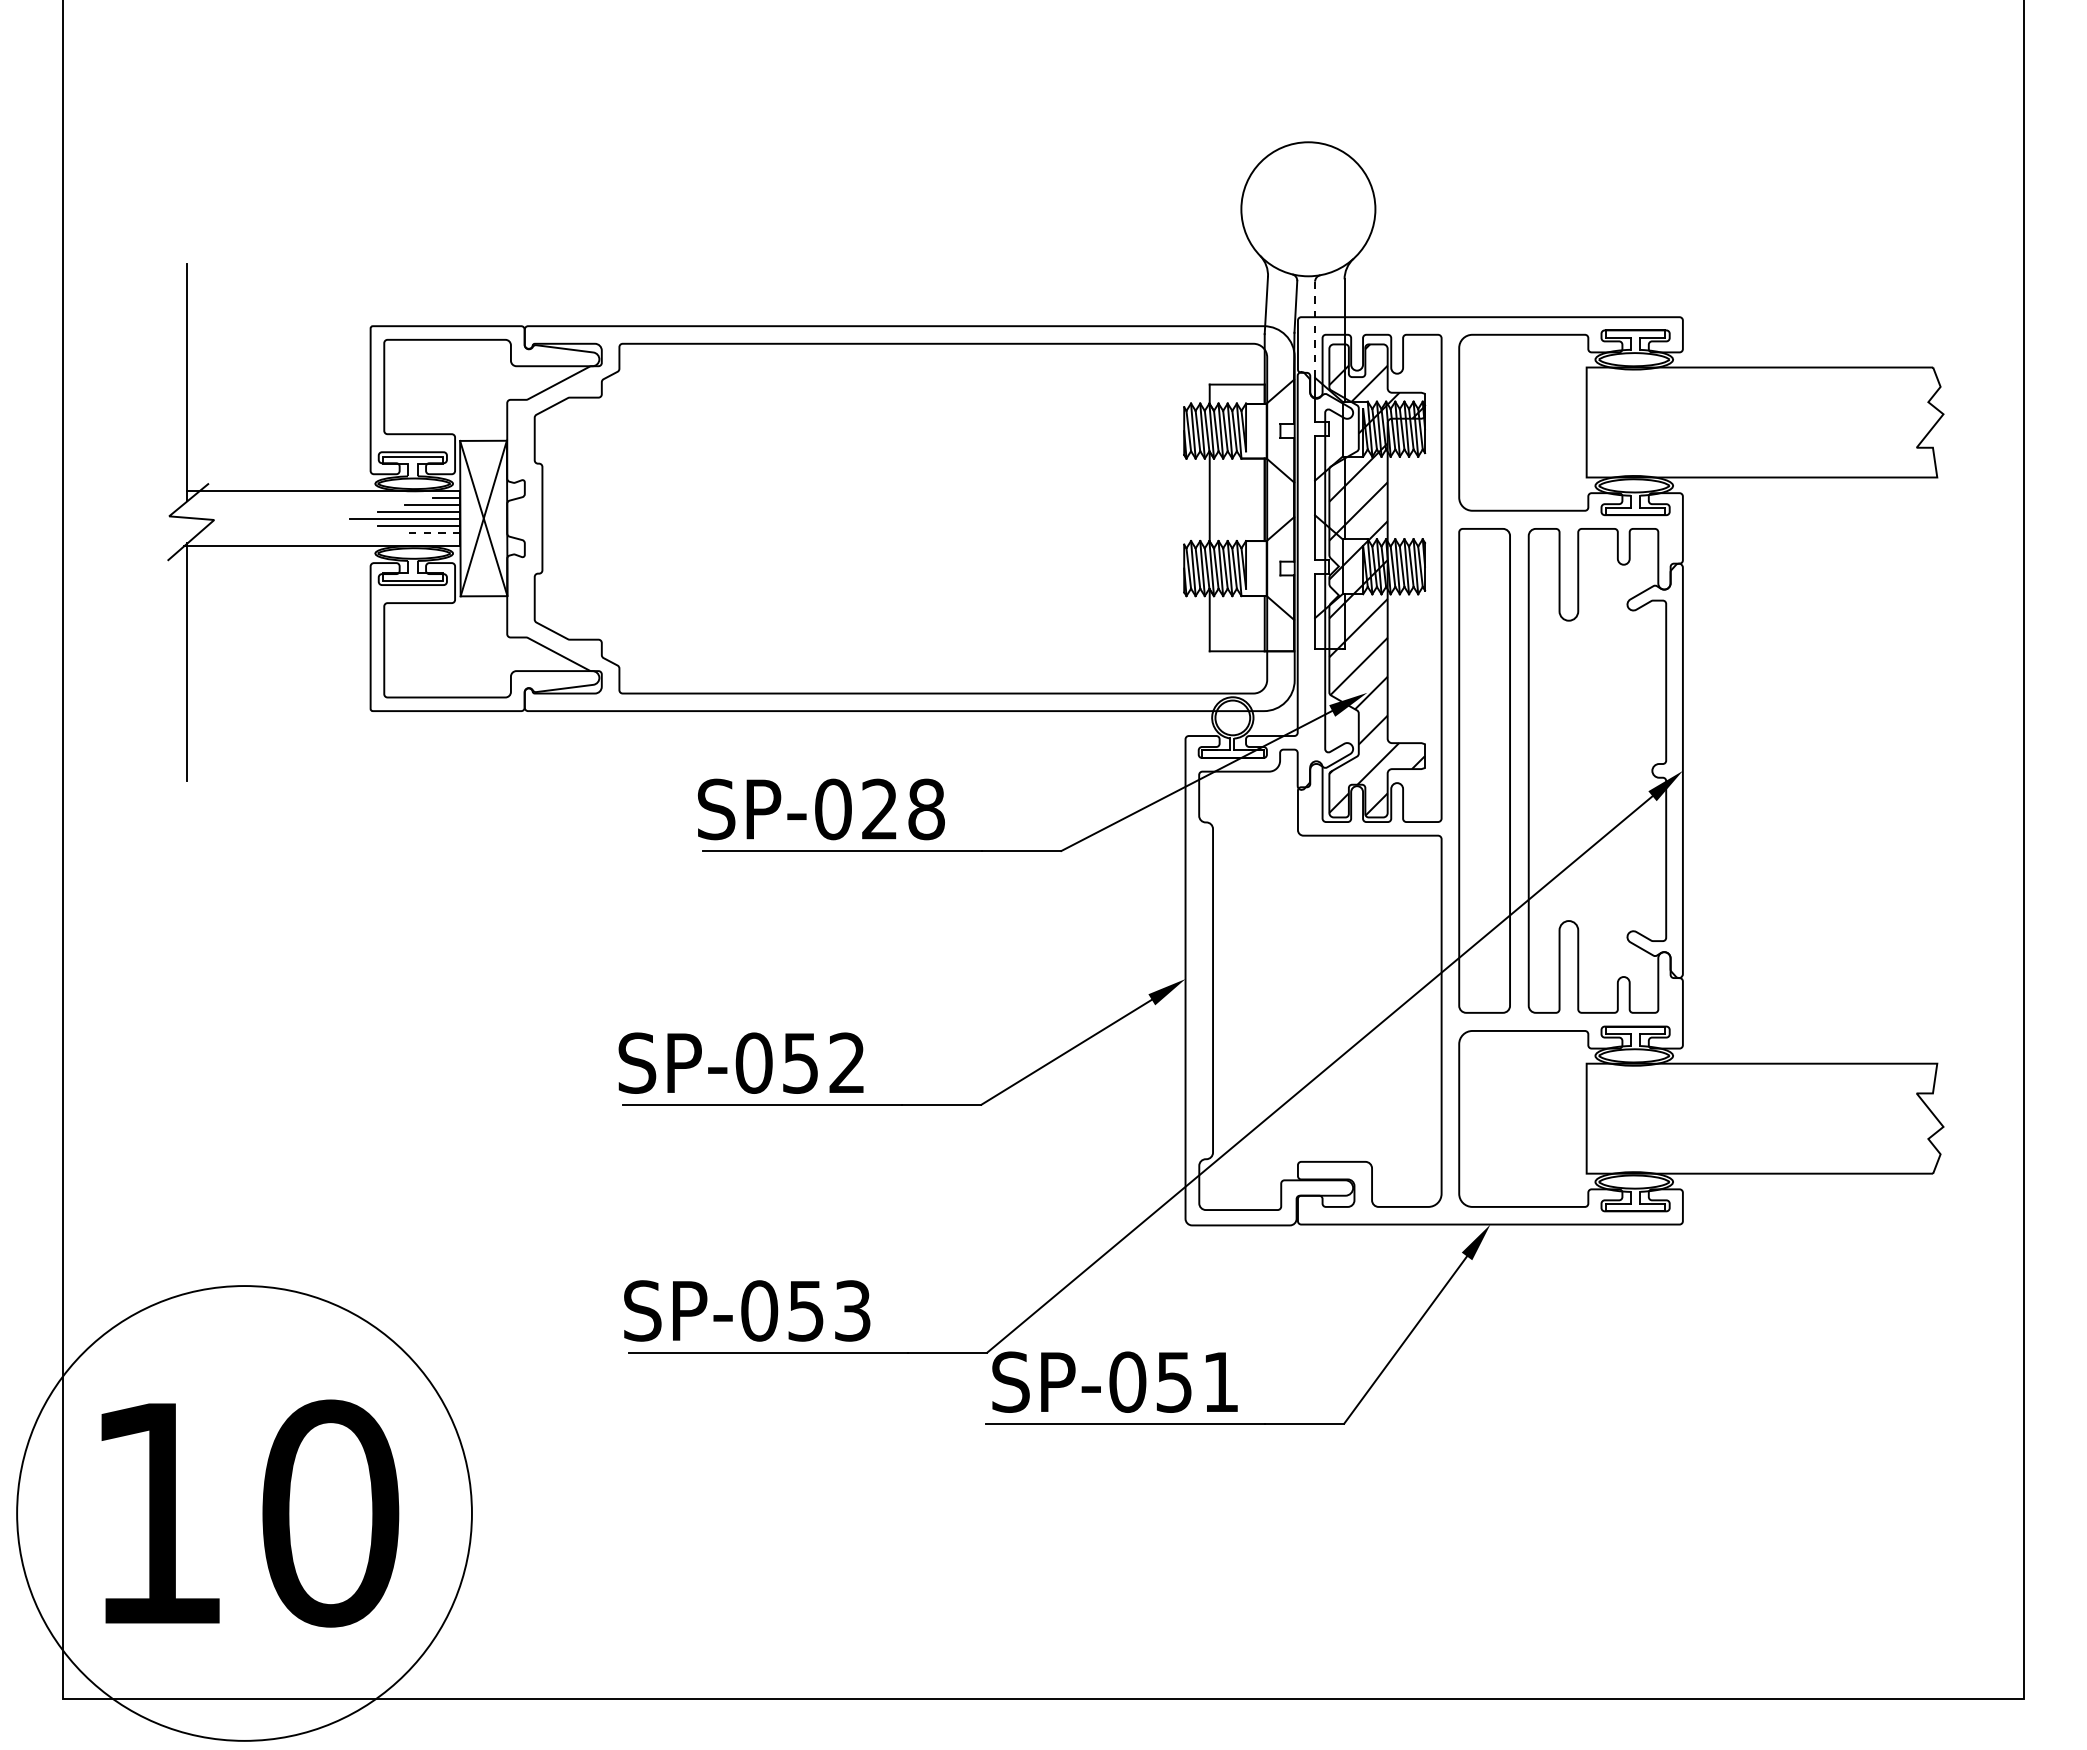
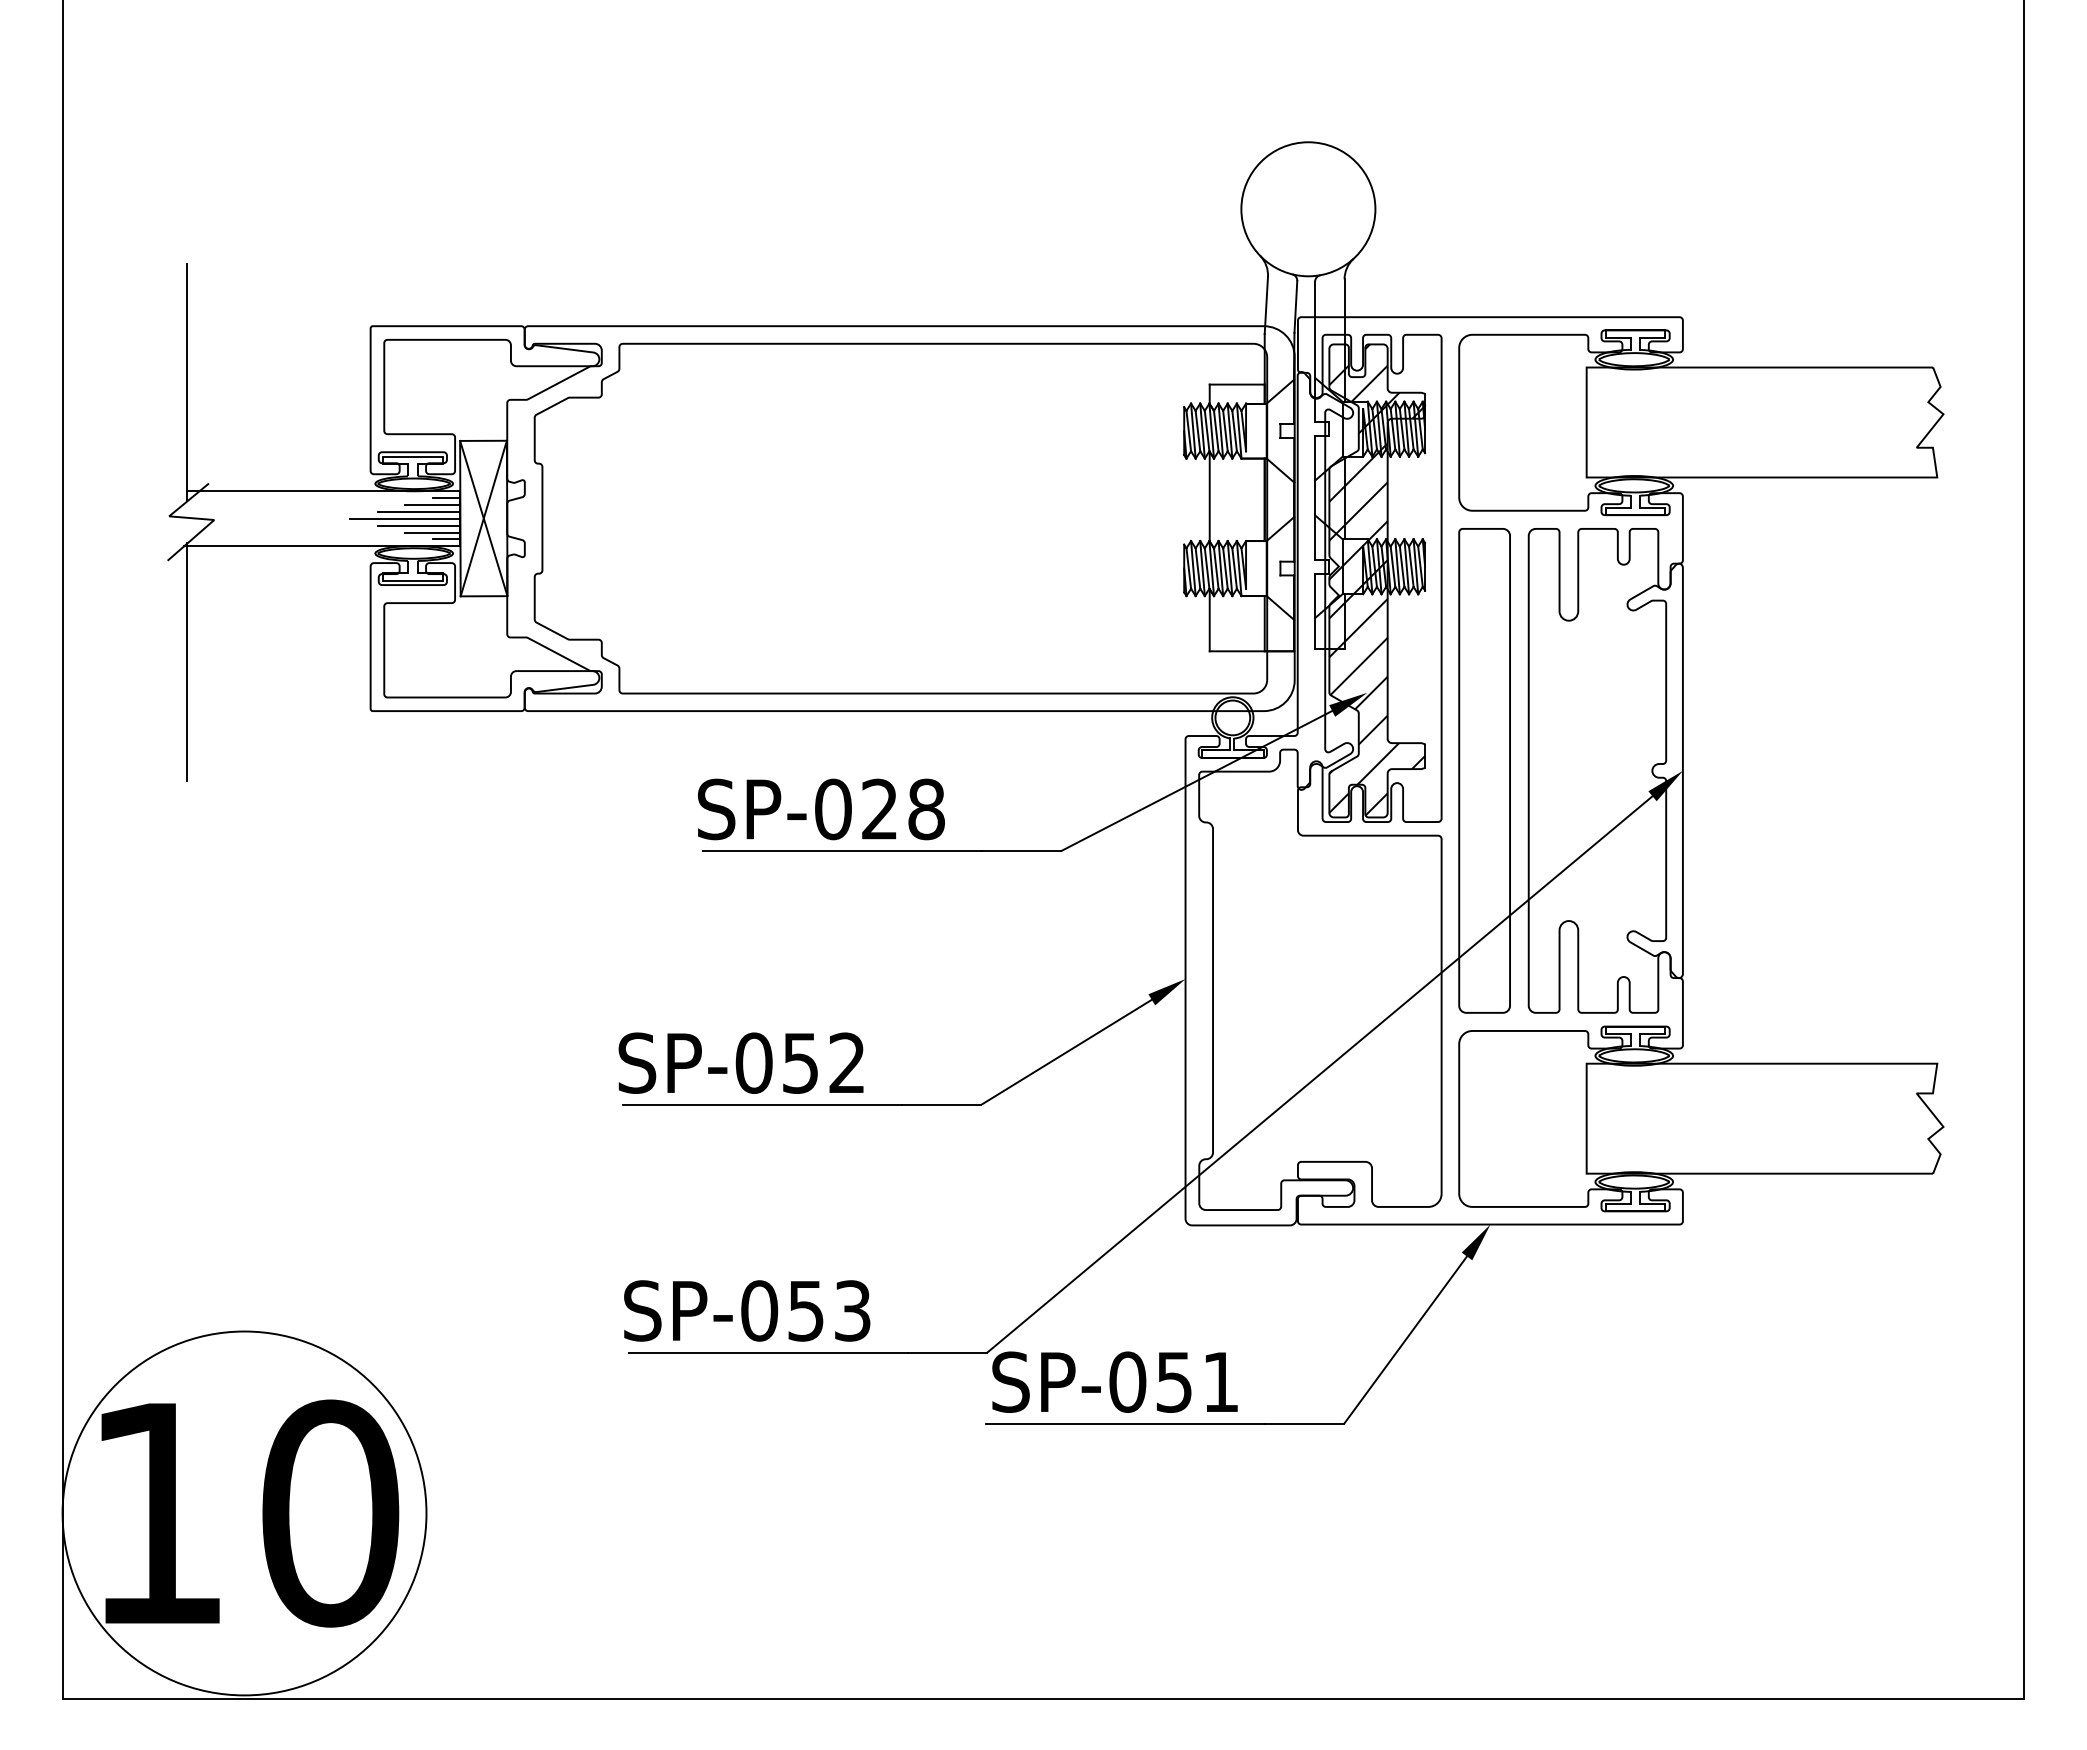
line at (1315, 330): dashed -> solid
line at (432, 532): dashed -> solid
line at (446, 539): none -> present
circle at (244, 1513) diameter: 455 px -> 364 px
